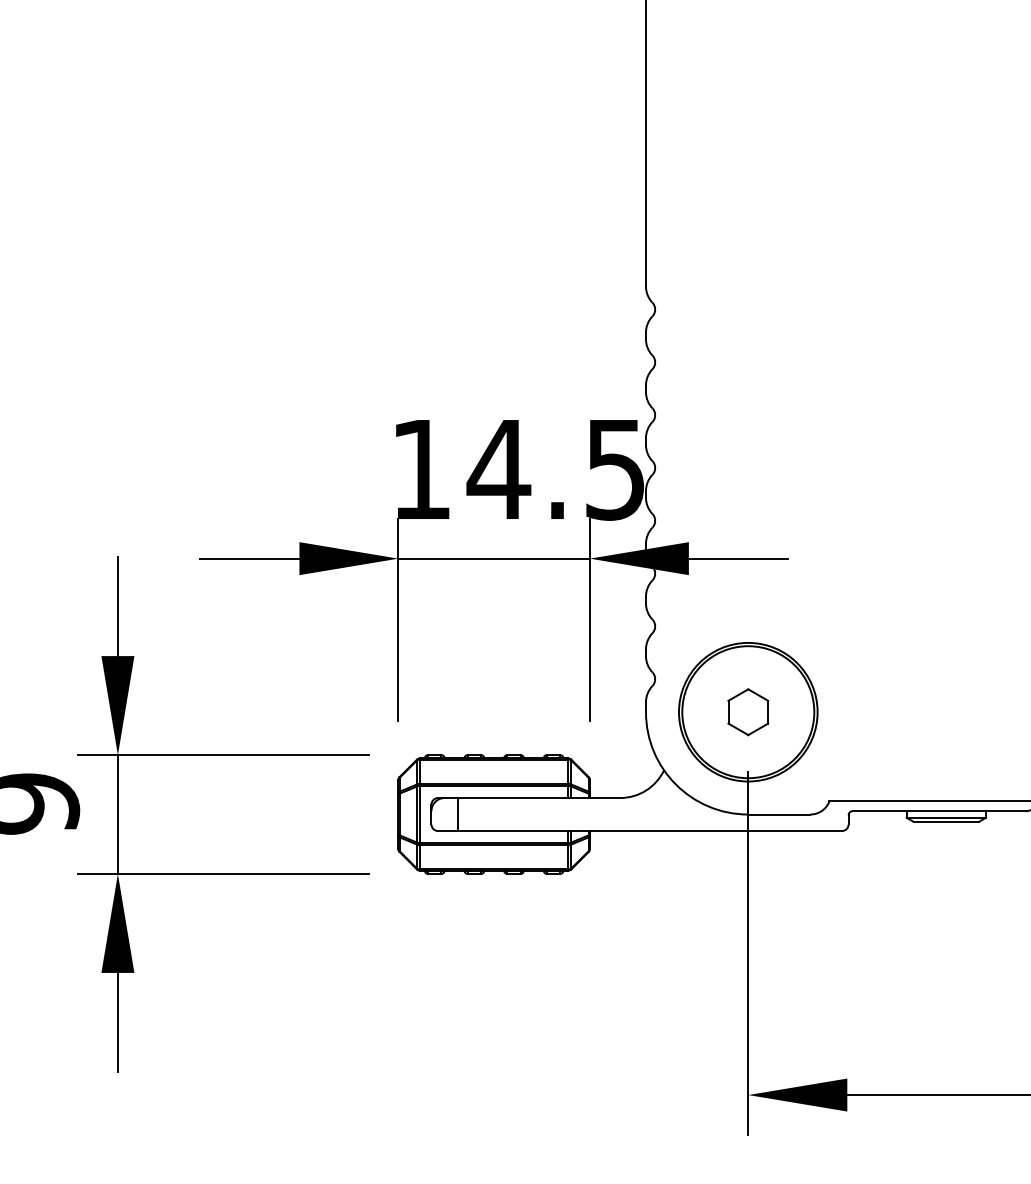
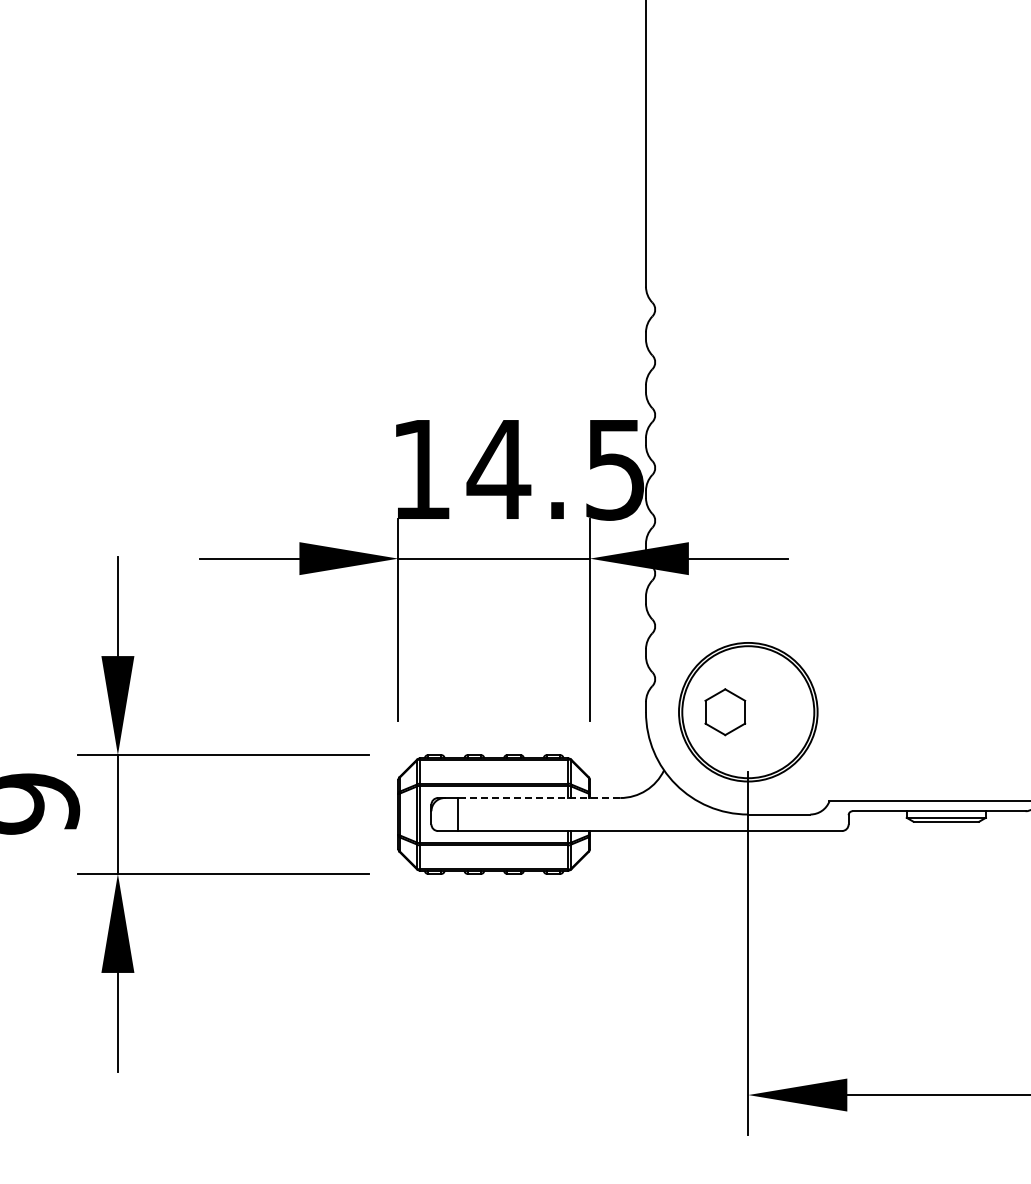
part at (748, 712) position: (748, 712) -> (725, 712)
line at (538, 798): solid -> dashed
